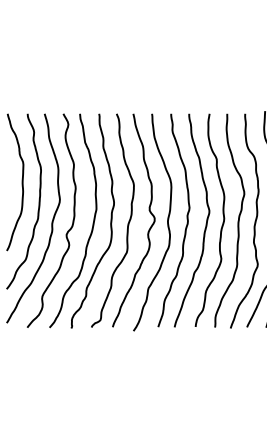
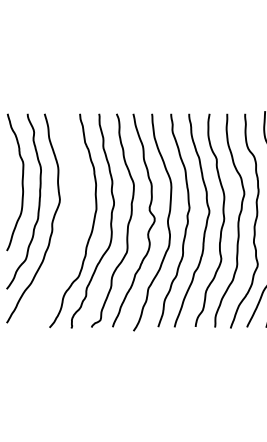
curve at (67, 230): present -> none
